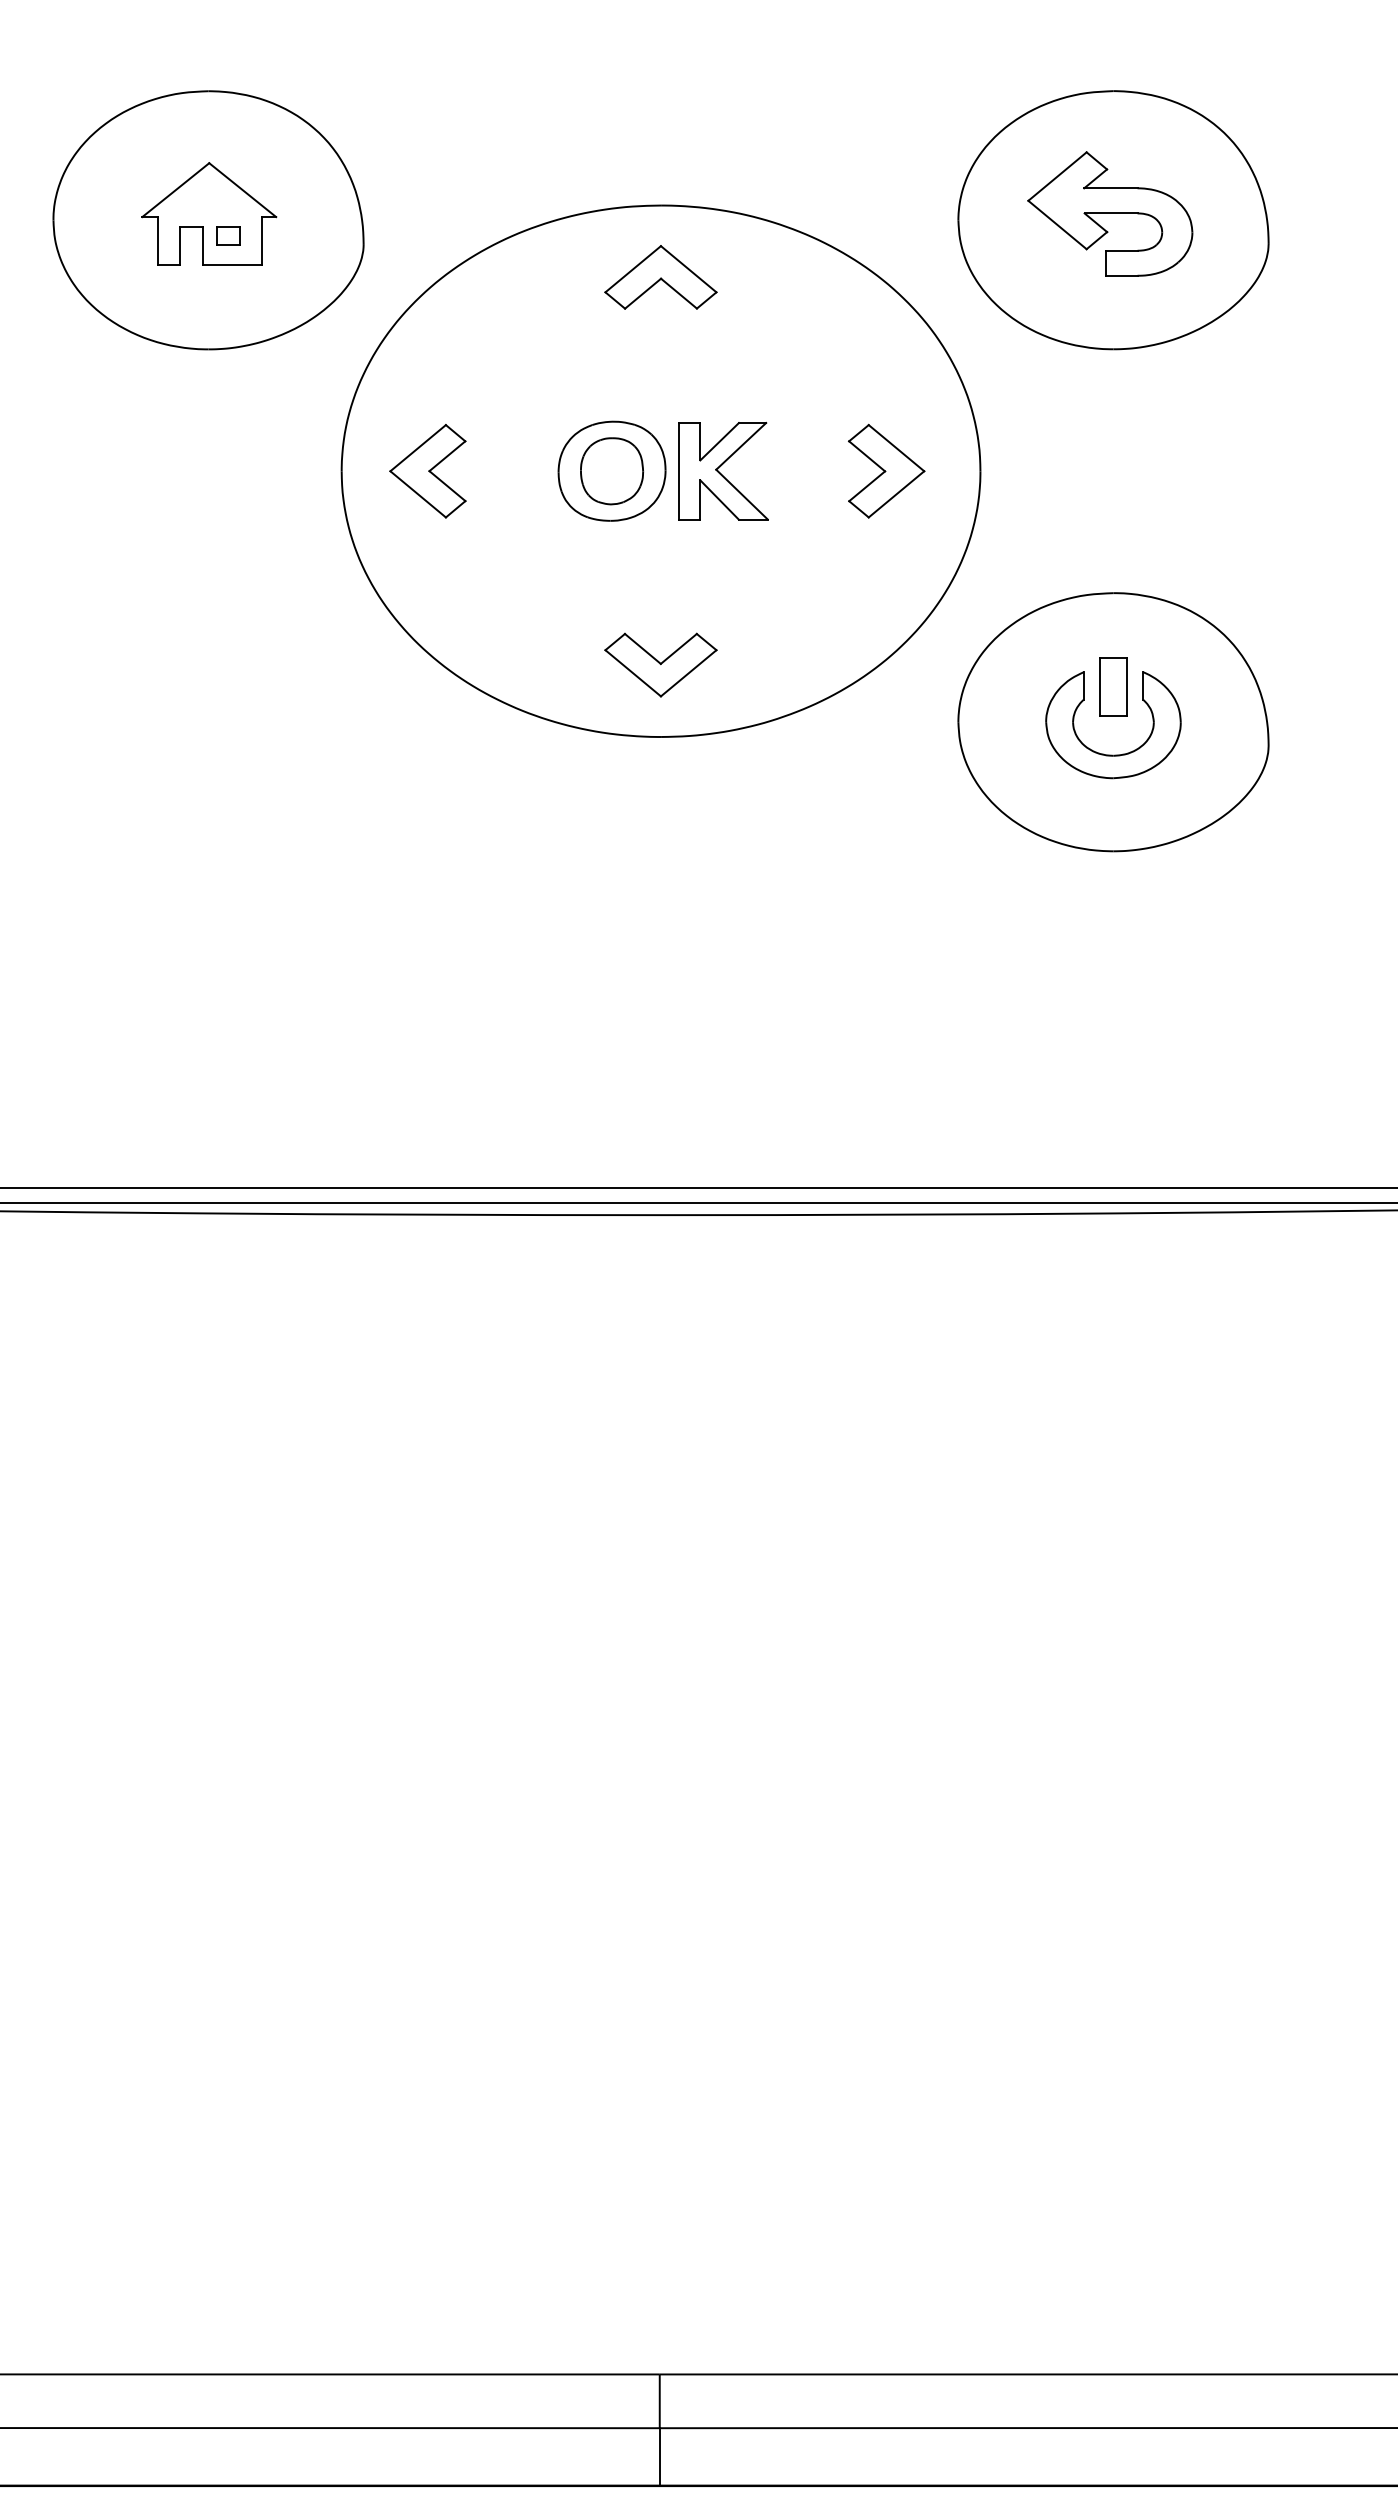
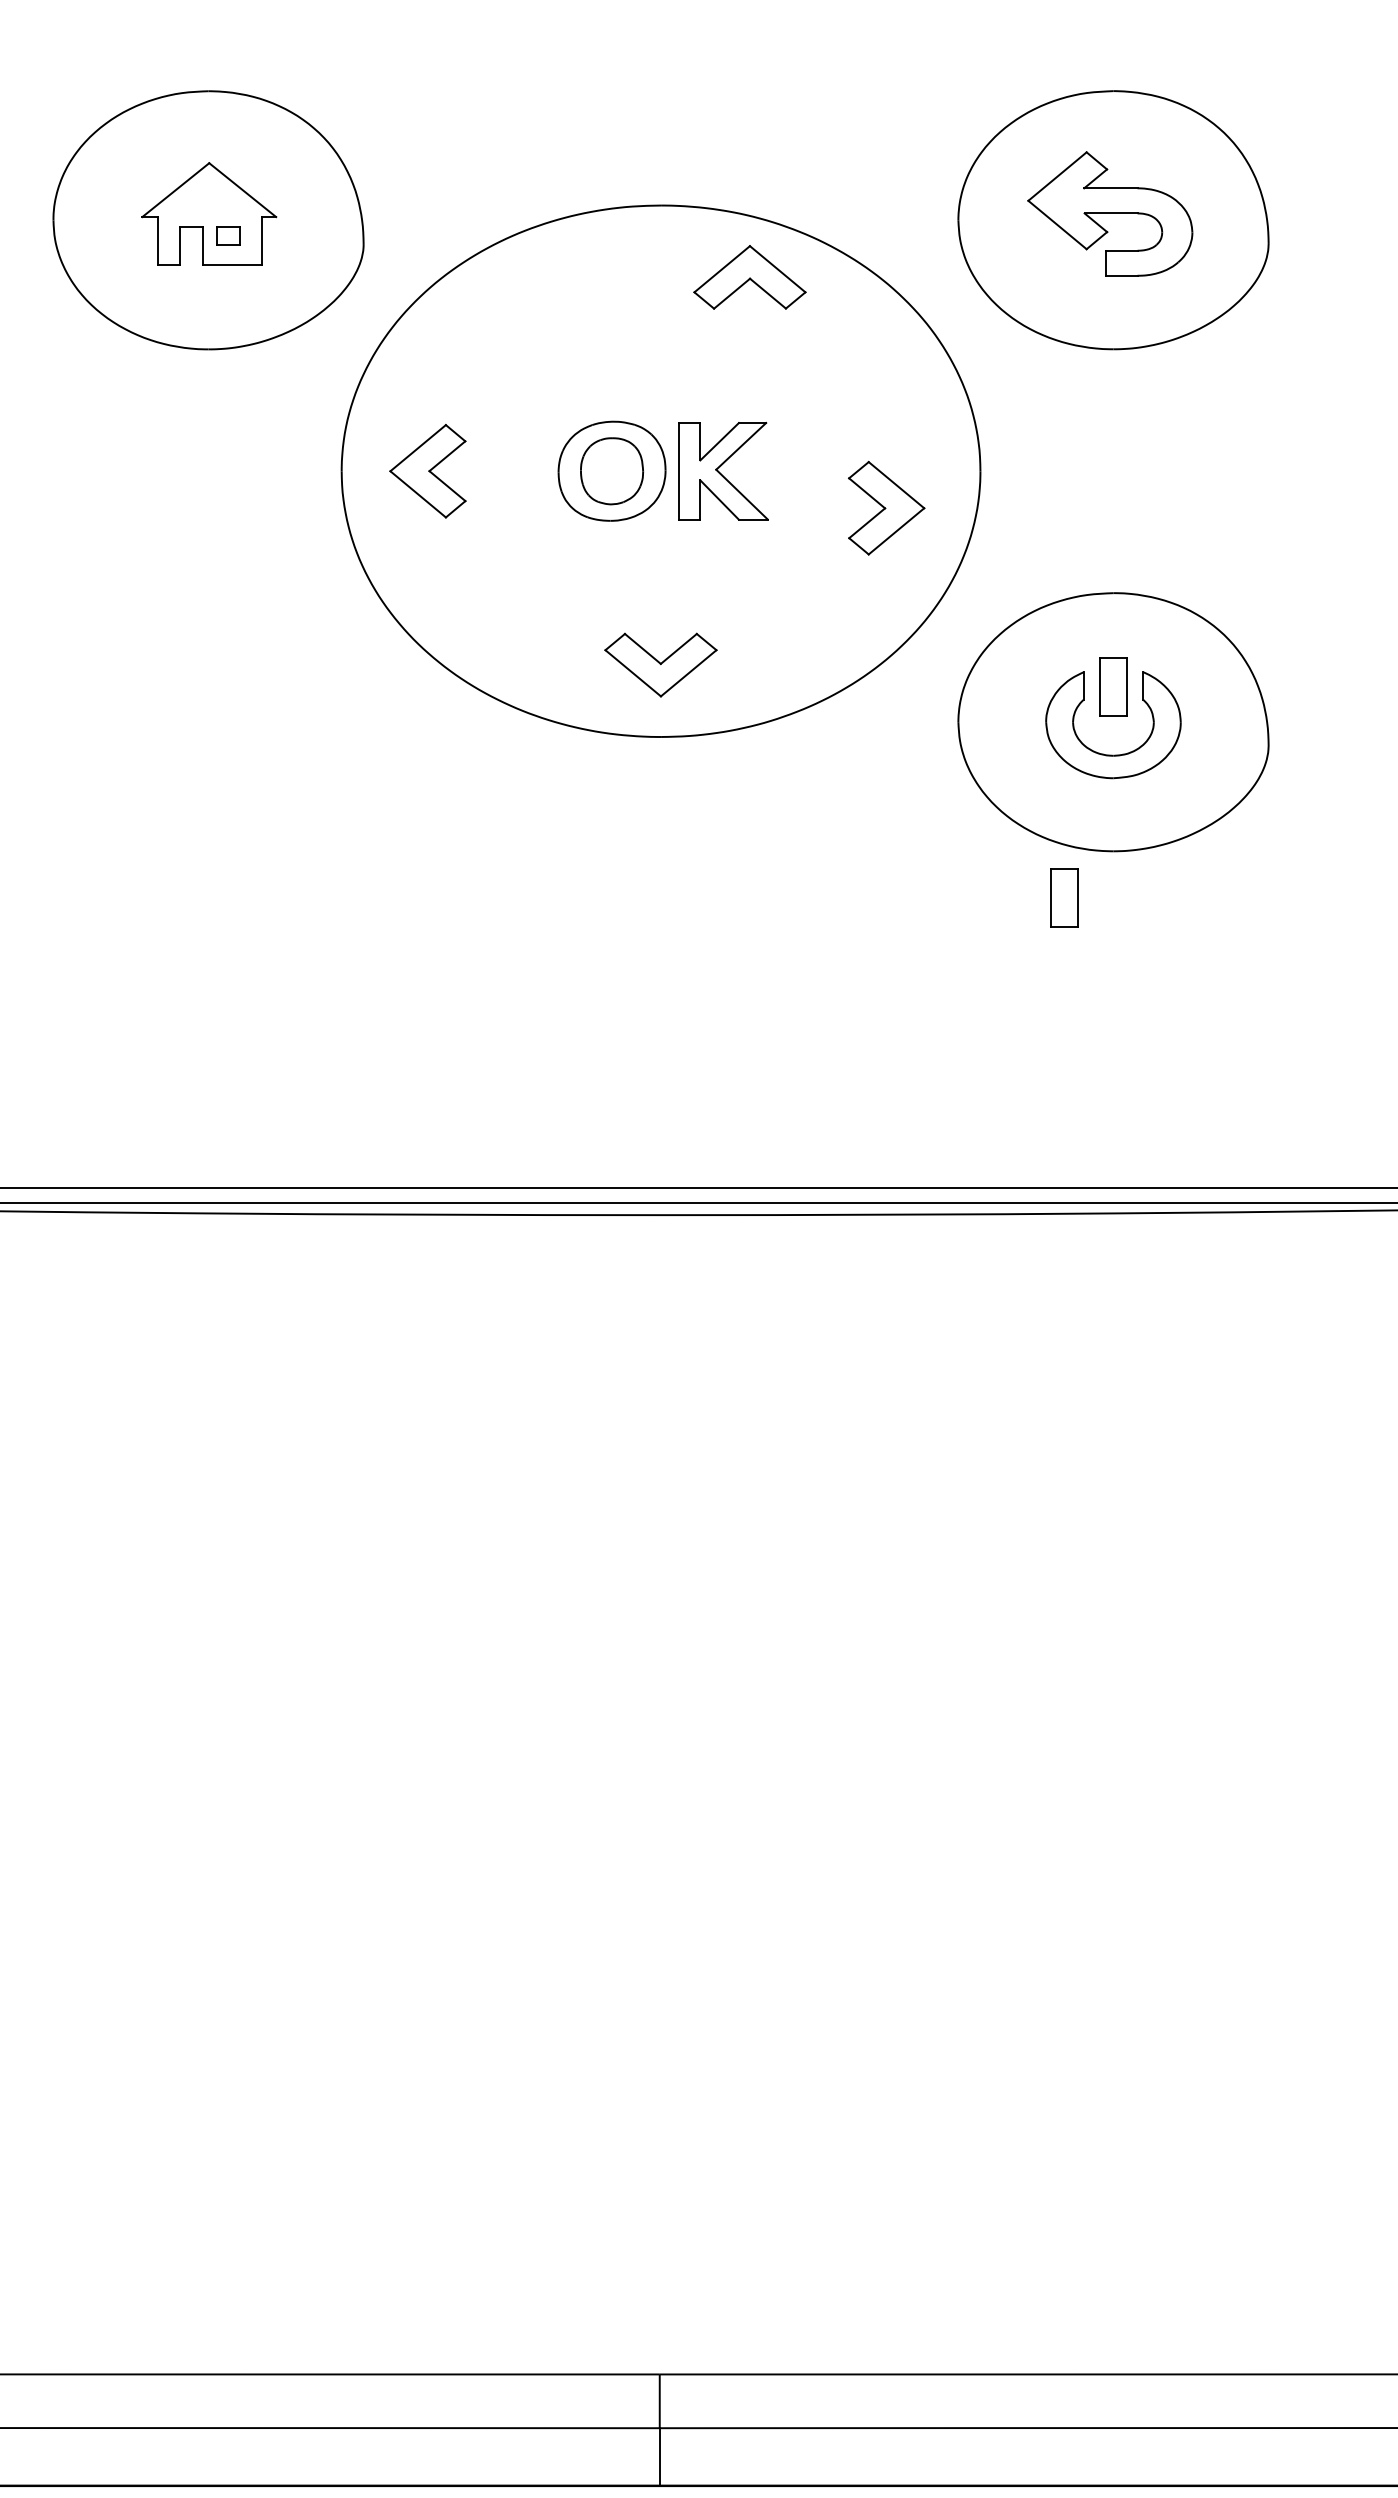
part at (660, 277) position: (660, 277) -> (749, 277)
part at (886, 470) position: (886, 470) -> (886, 507)
part at (1064, 897): none -> present
